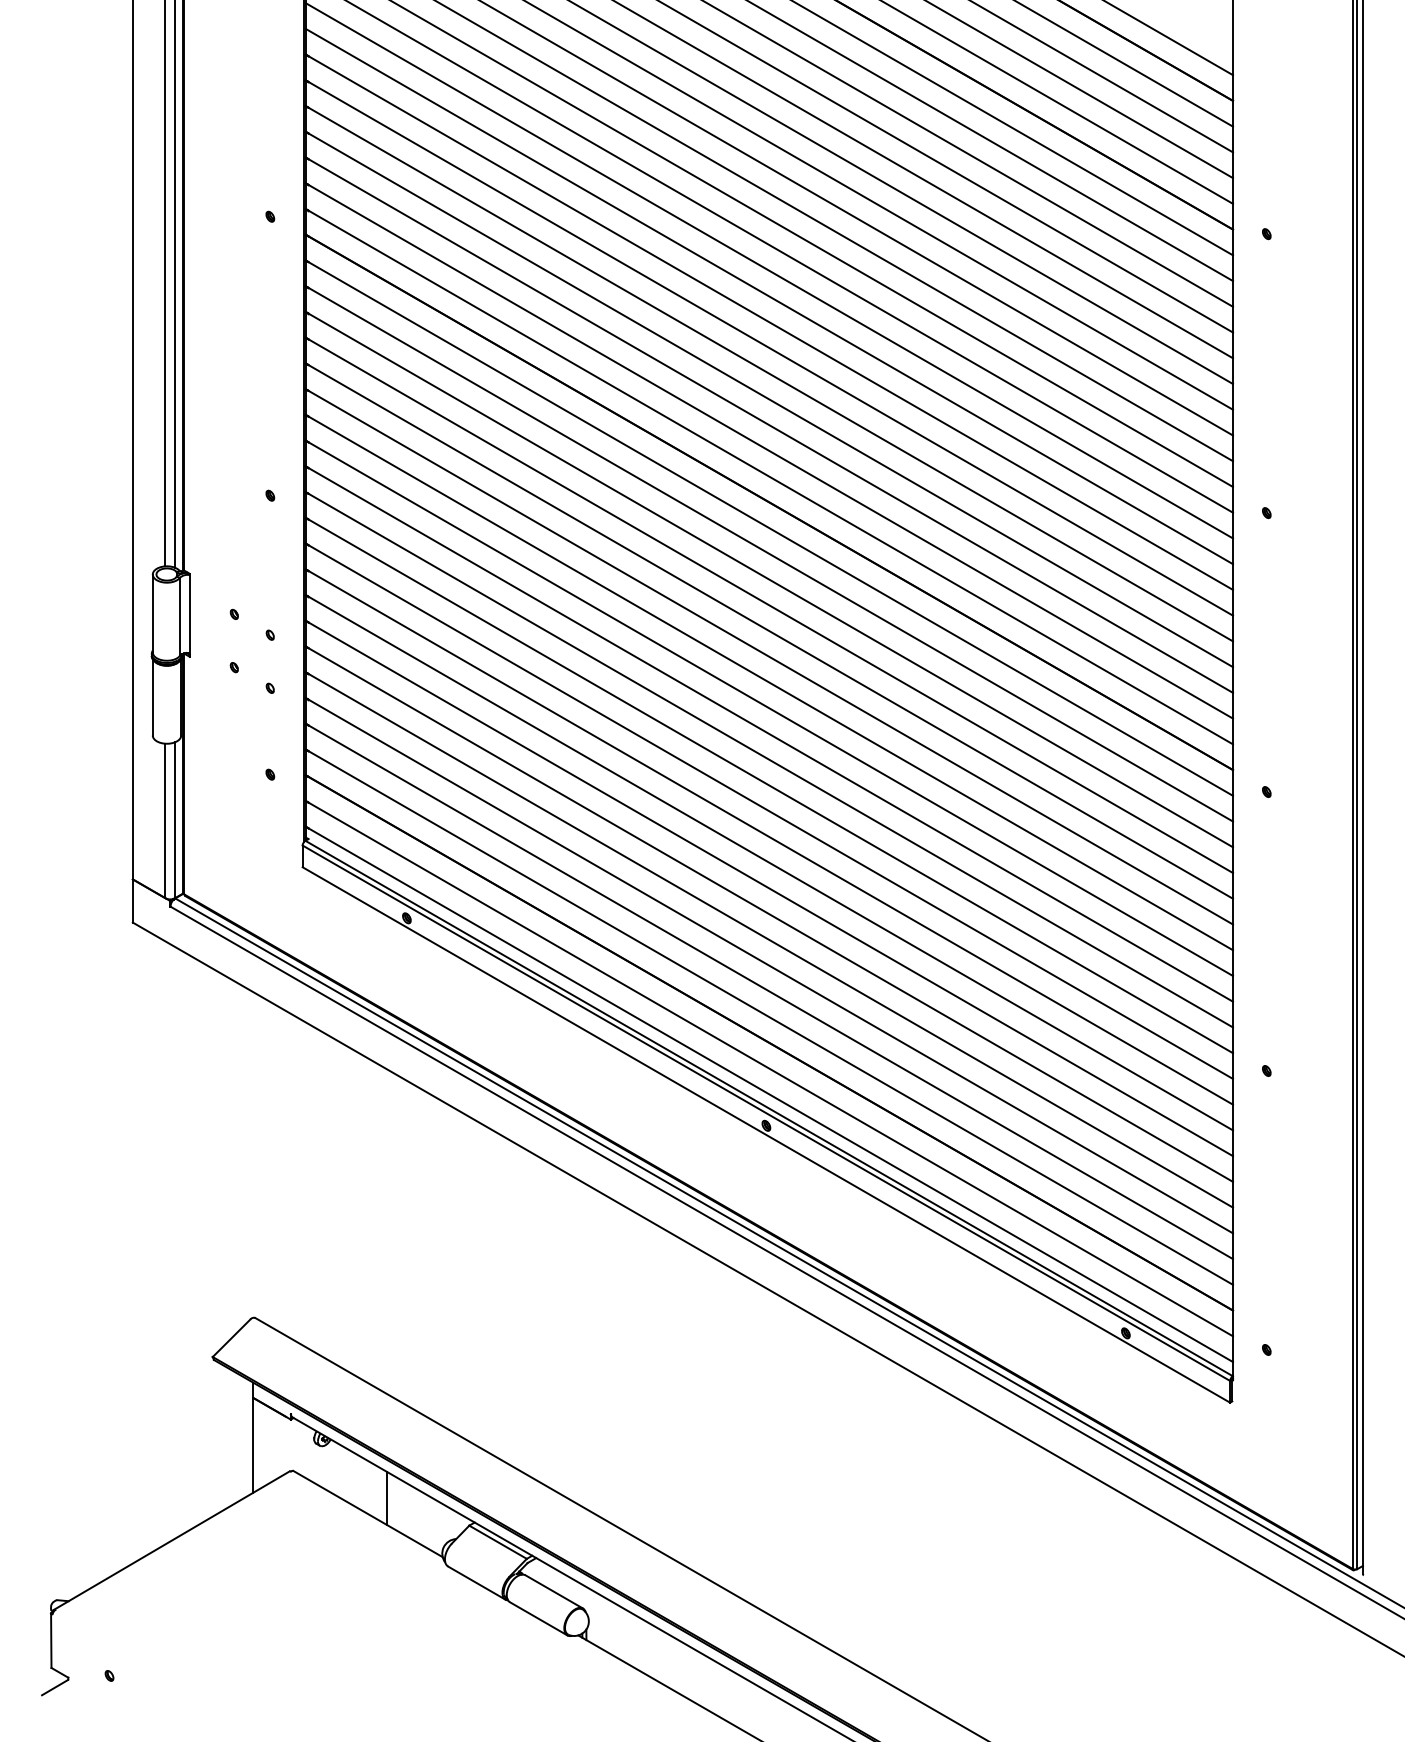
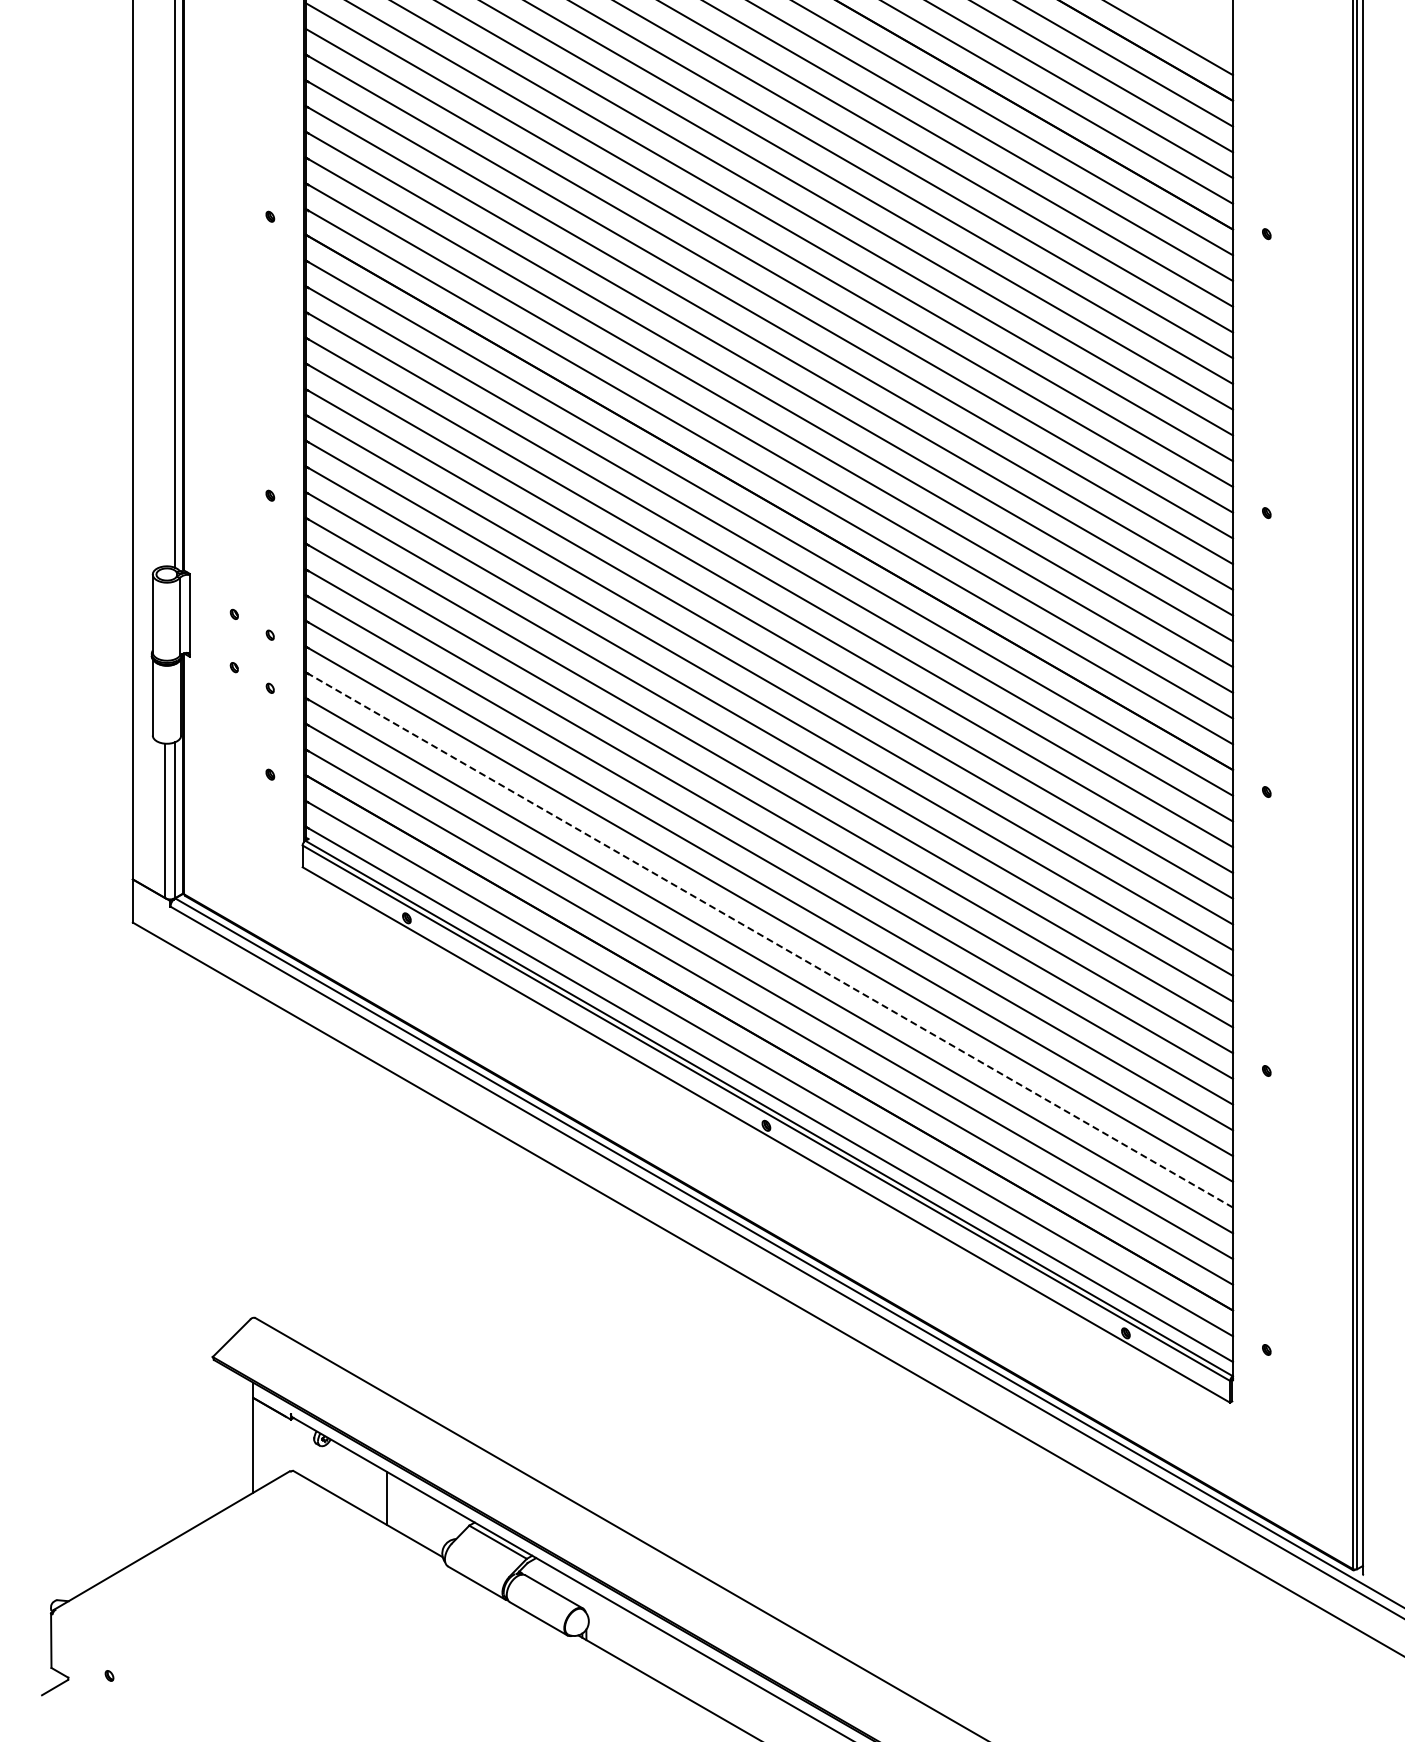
line at (165, 284): present -> none
line at (768, 939): solid -> dashed
